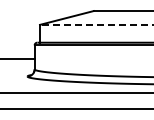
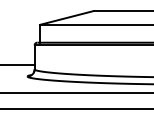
line at (96, 24): dashed -> solid
line at (18, 59) position: (18, 59) -> (18, 65)
